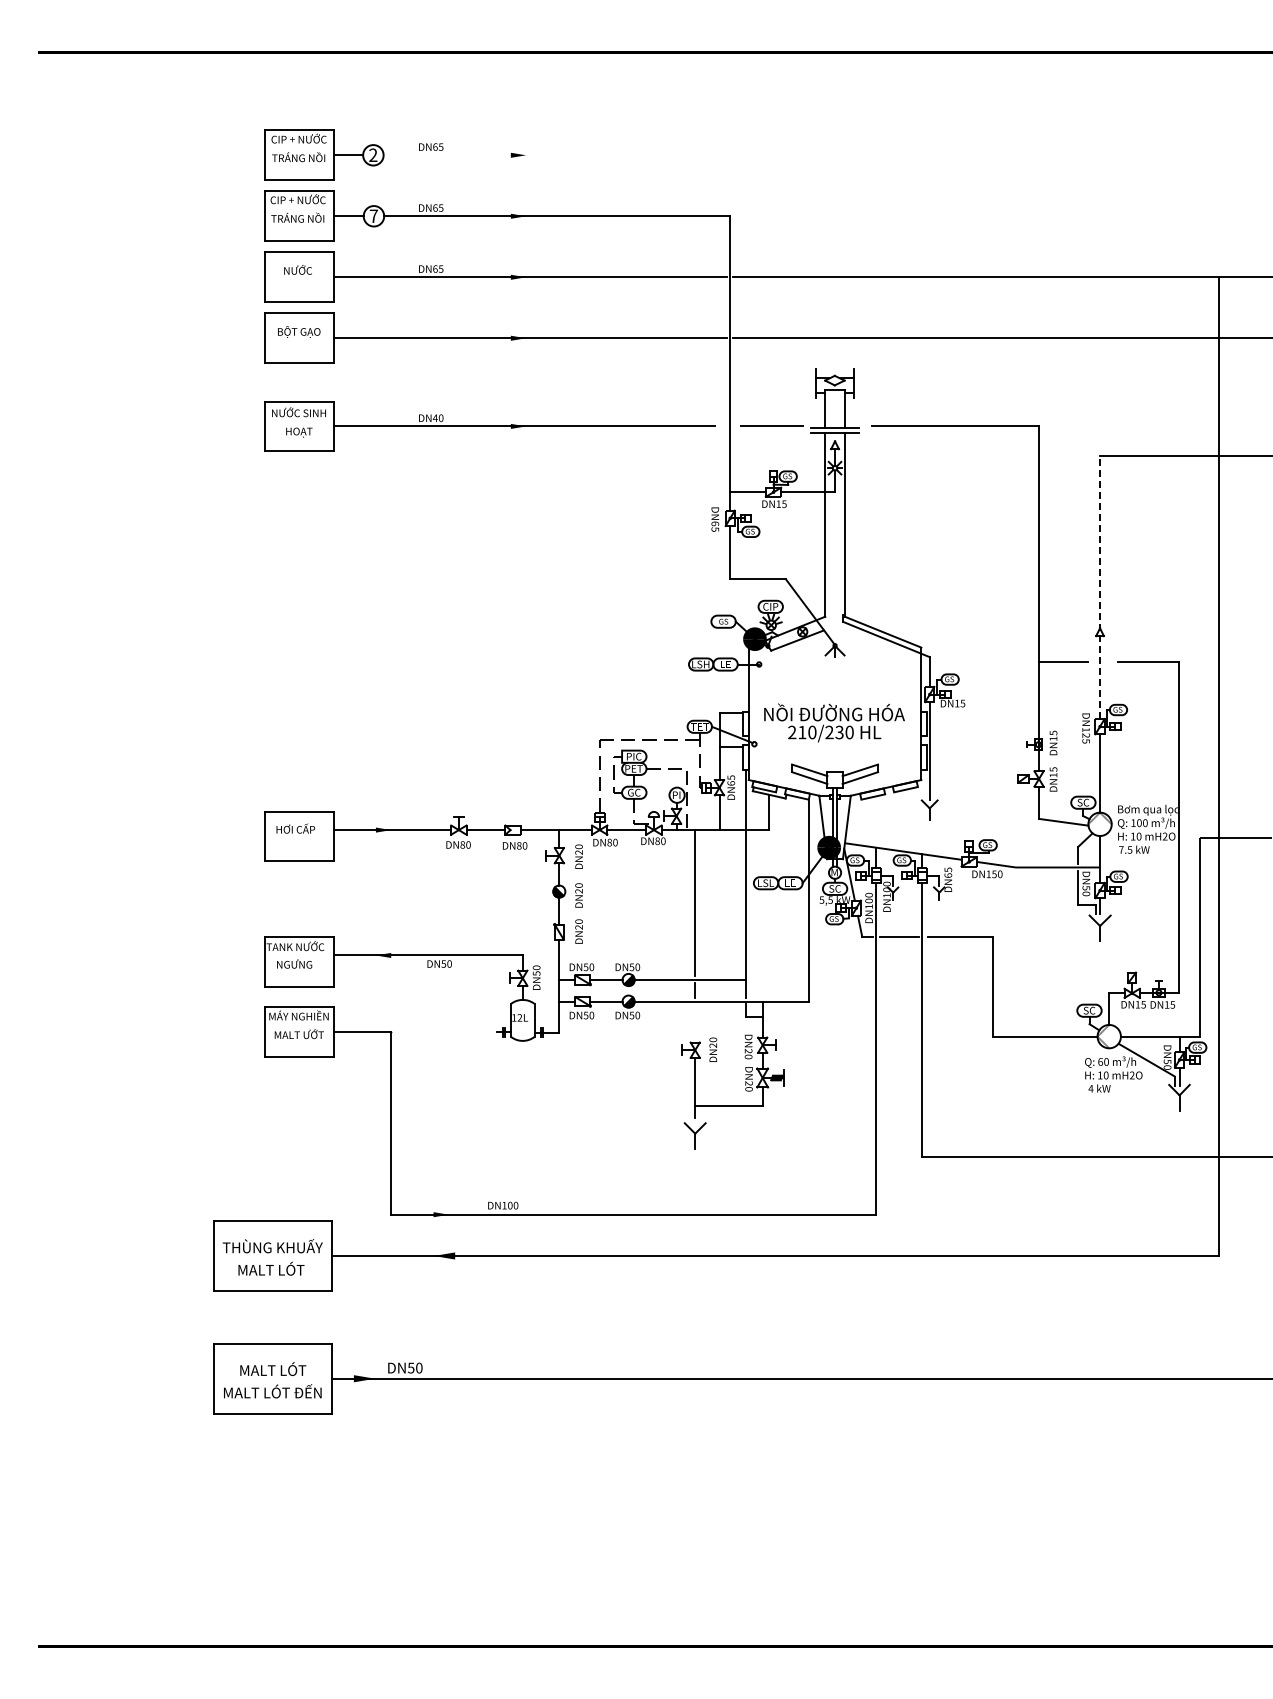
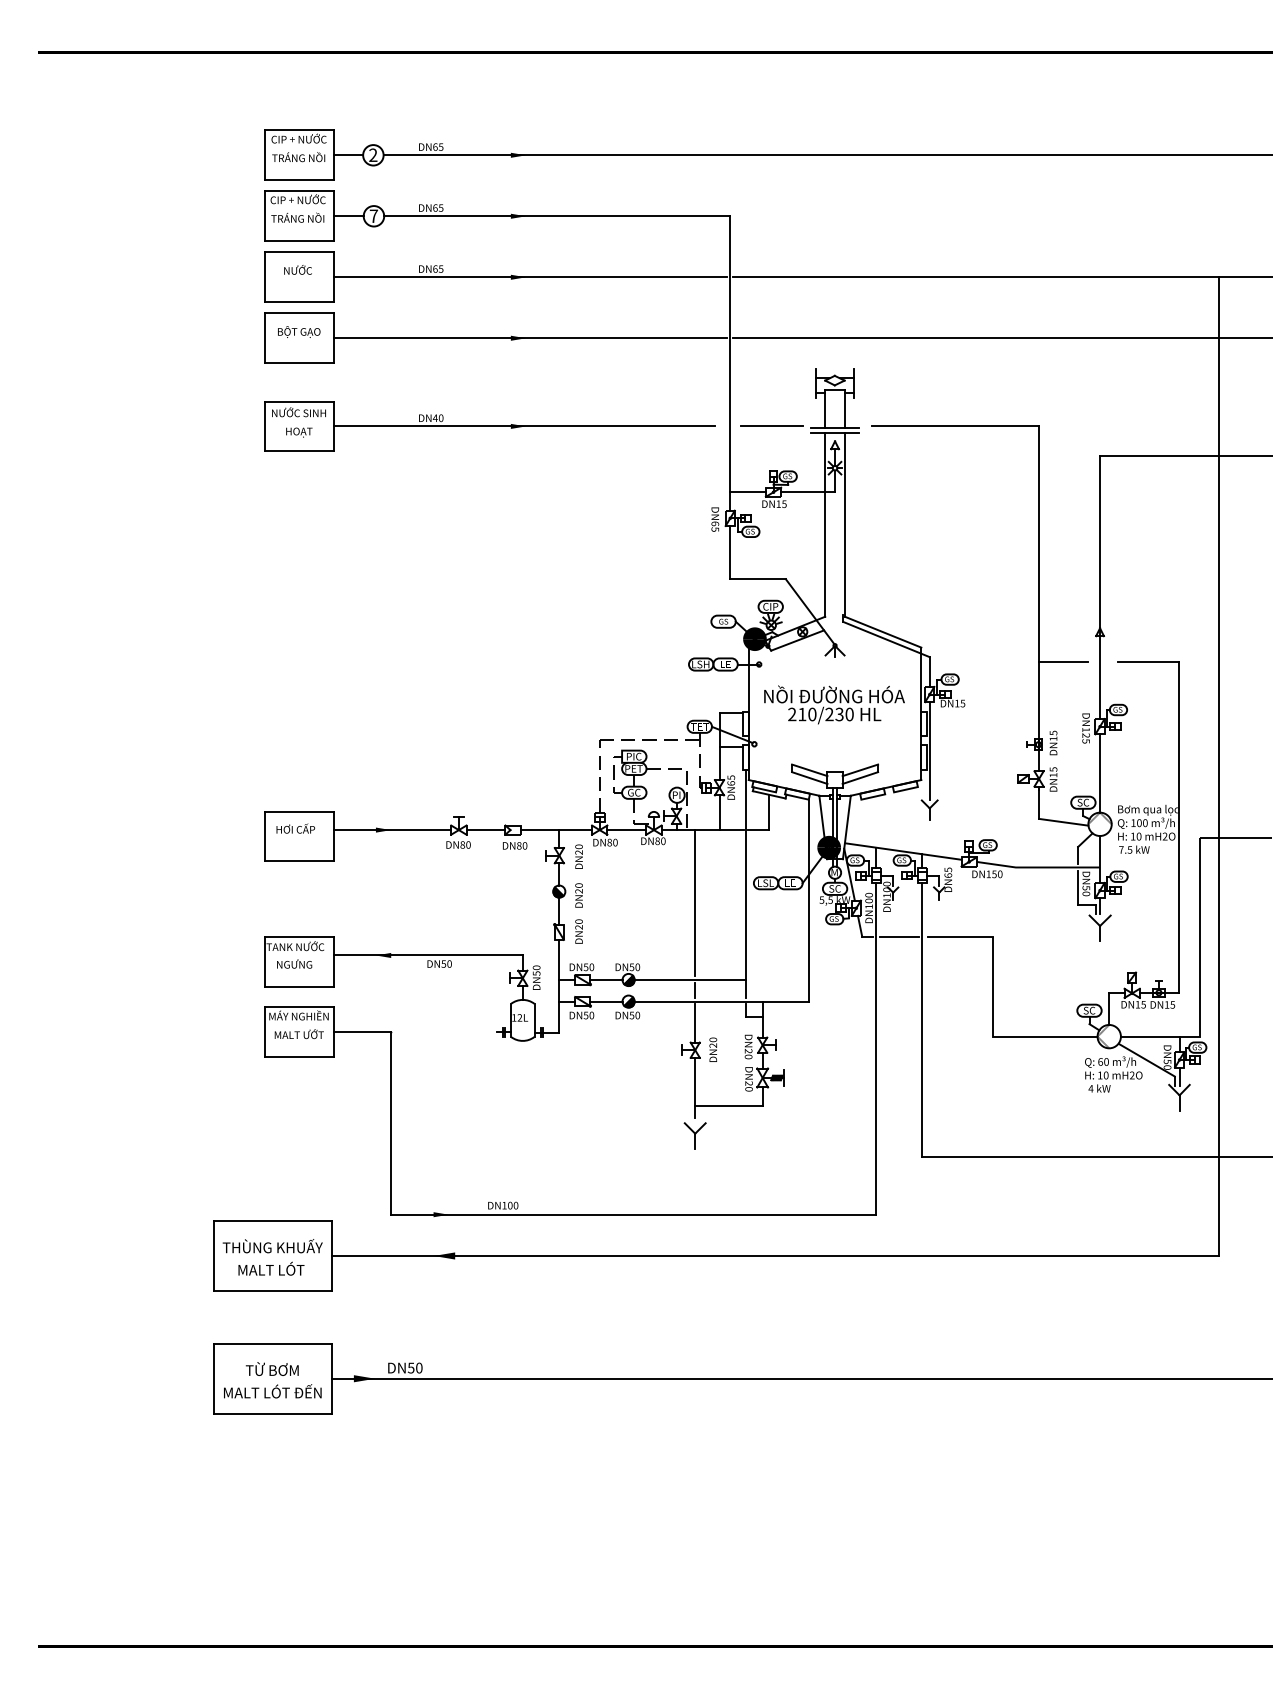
line at (826, 155): none -> present
line at (1100, 587): dashed -> solid
text at (834, 722) position: (834, 722) -> (834, 704)
line at (695, 1023): none -> present
text at (273, 1368): MALT LÓT -> TỪ BƠM
